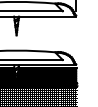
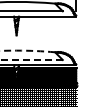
arc at (27, 50): solid -> dashed
line at (31, 60): solid -> dashed
